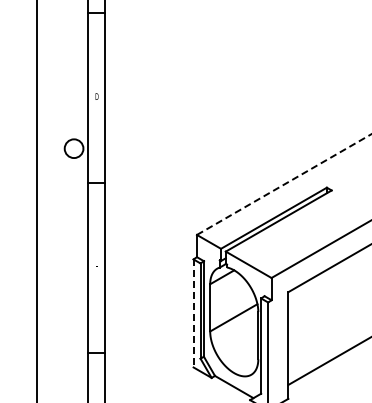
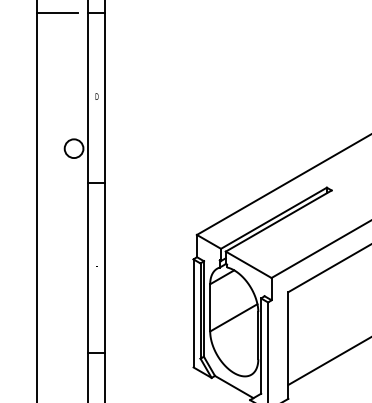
line at (56, 12): none -> present
line at (284, 184): dashed -> solid
line at (193, 313): dashed -> solid
